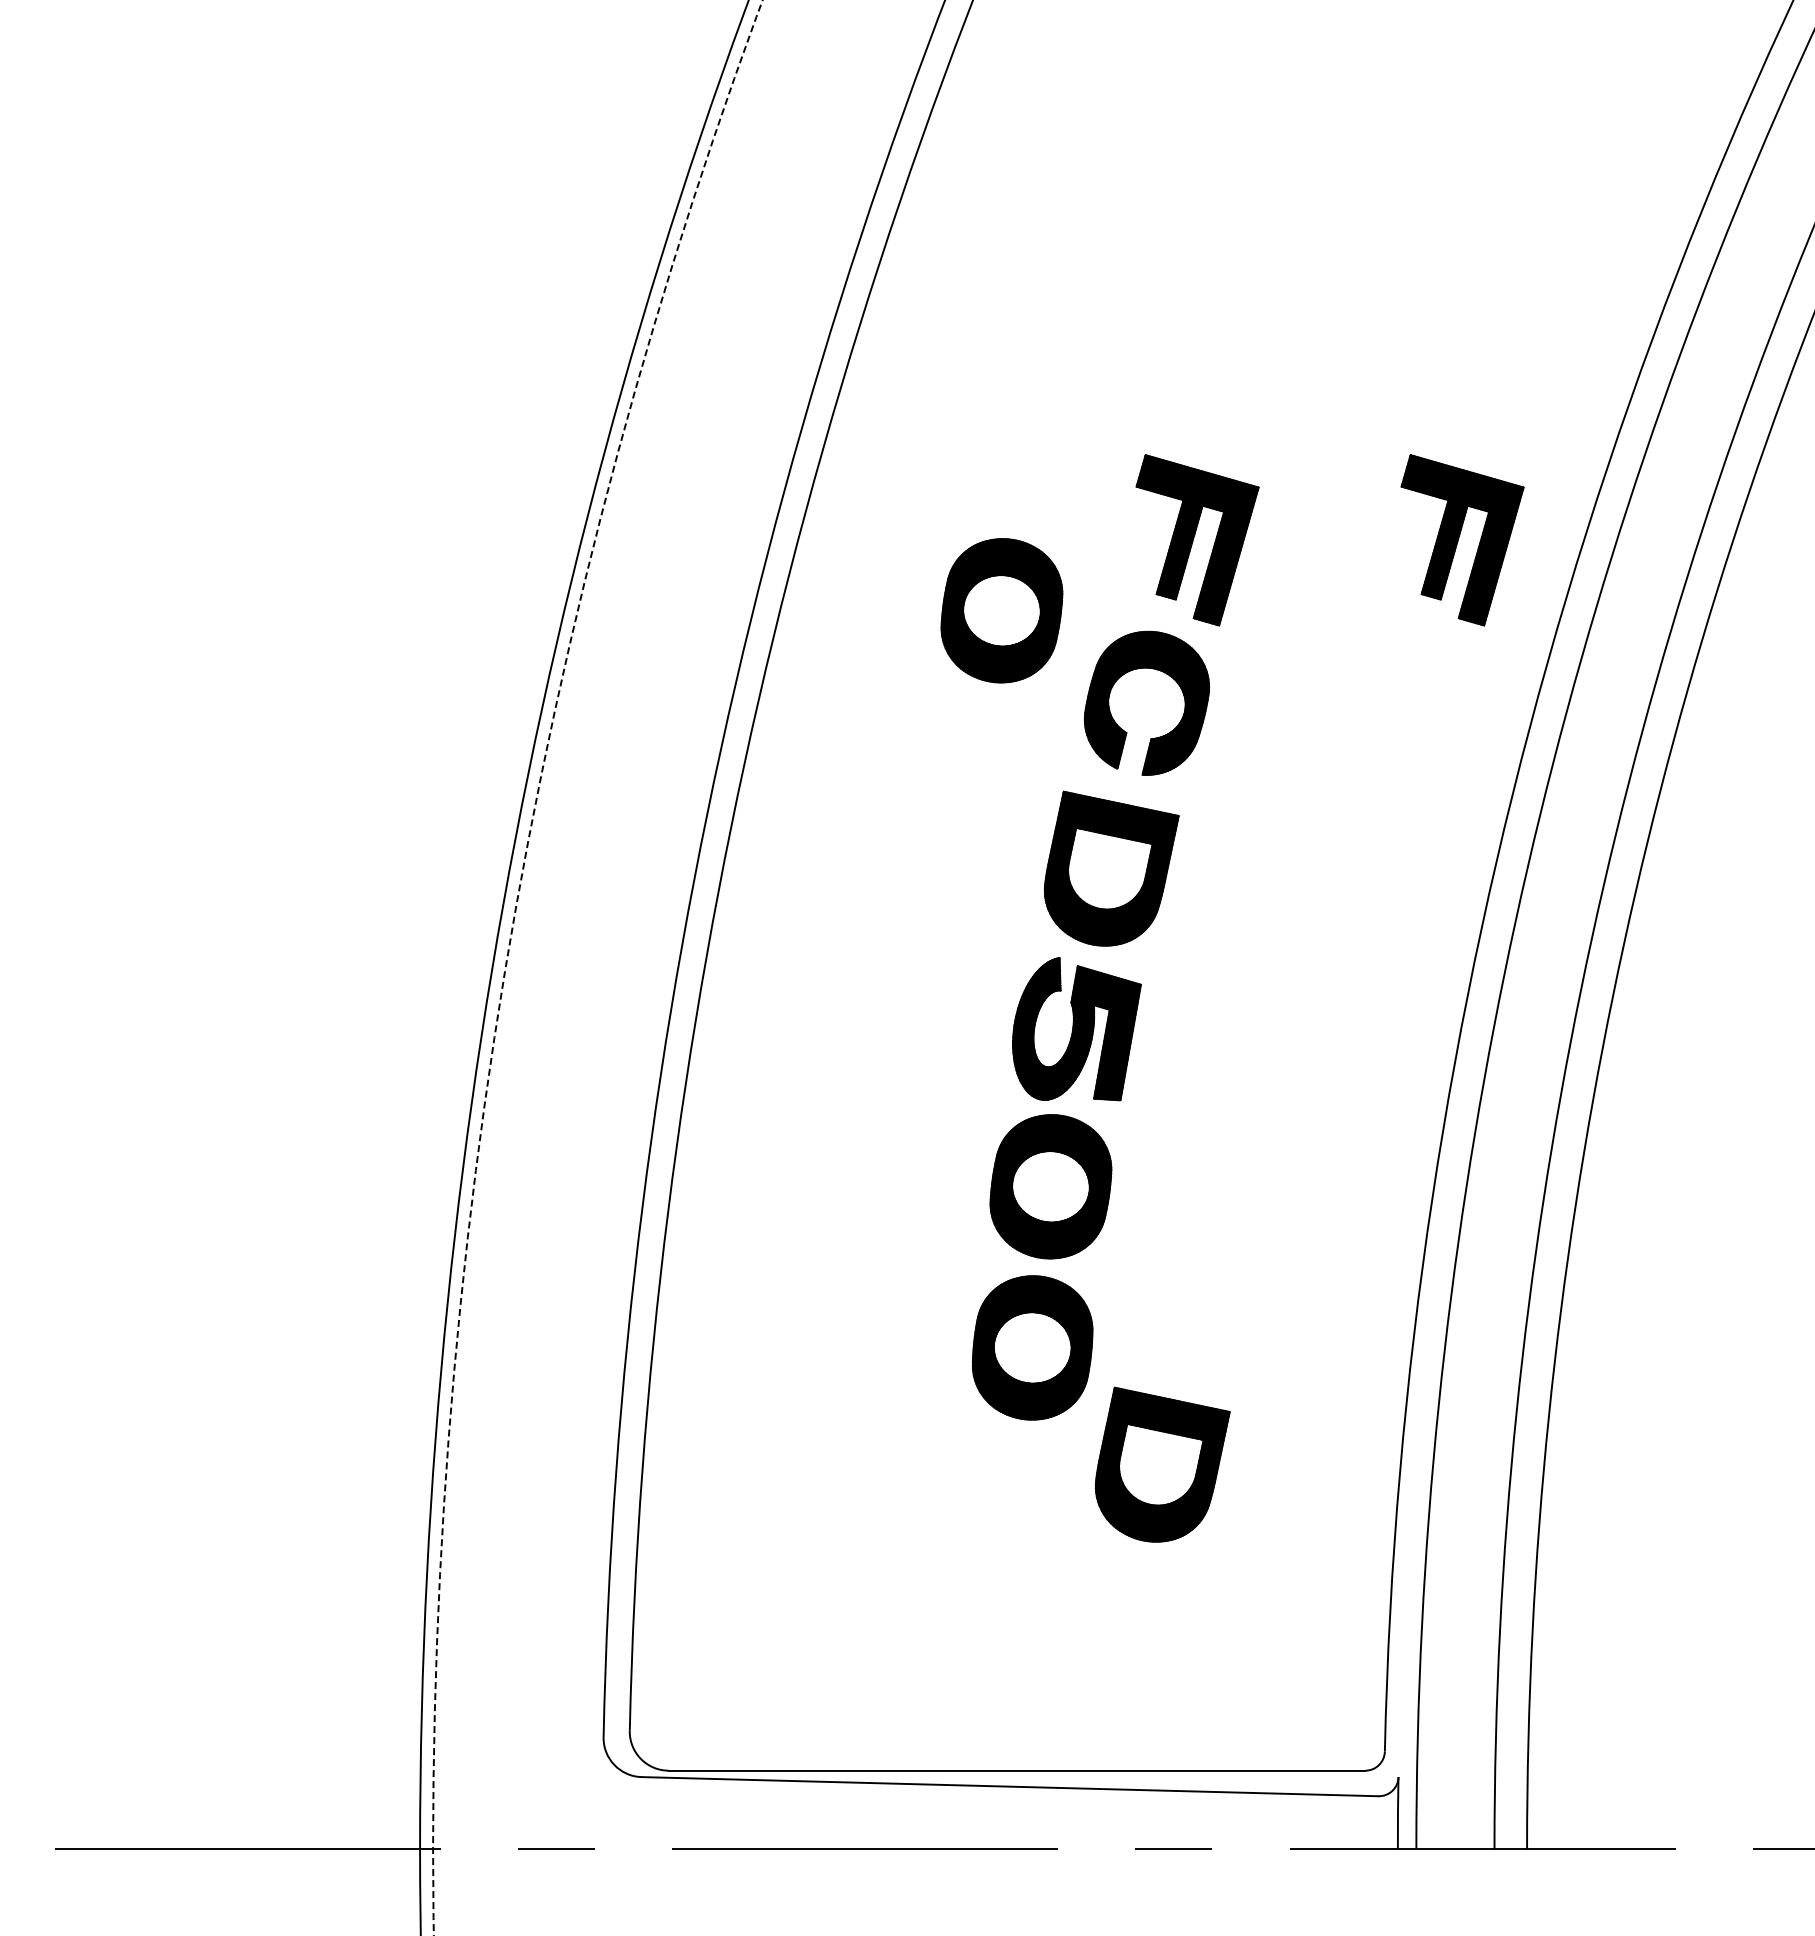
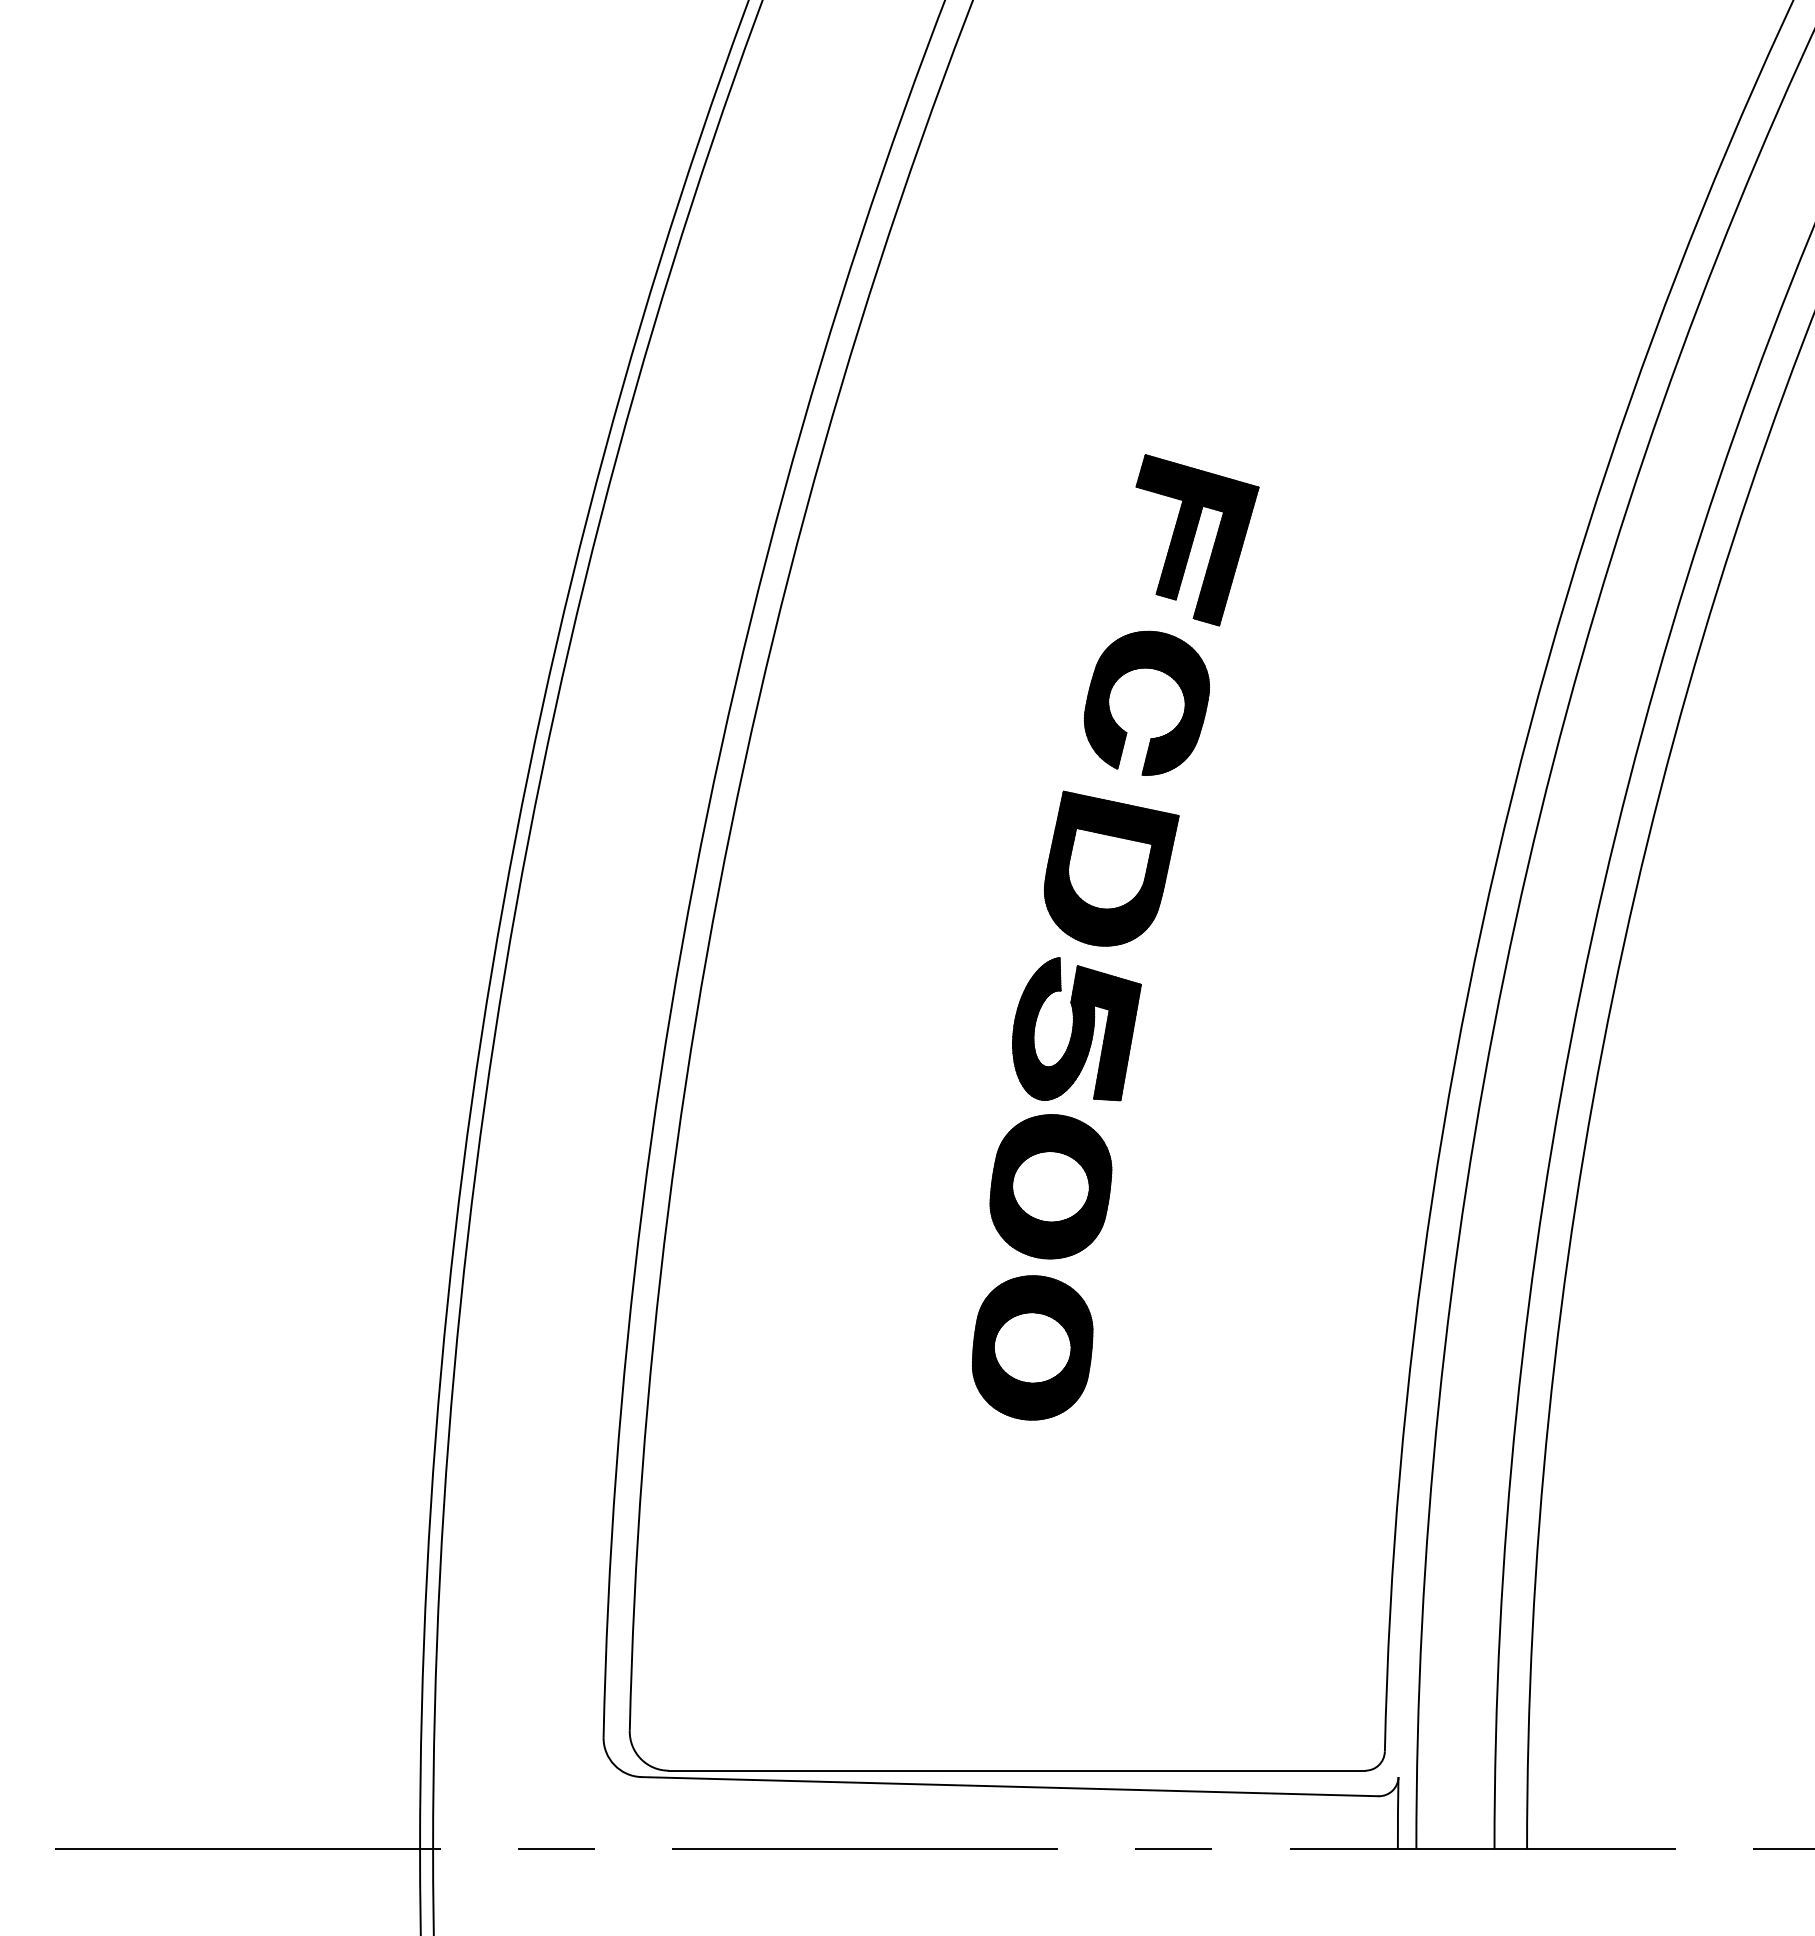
part at (1462, 540): present -> none
part at (1001, 610): present -> none
circle at (597, 967): dashed -> solid
part at (1162, 1464): present -> none
